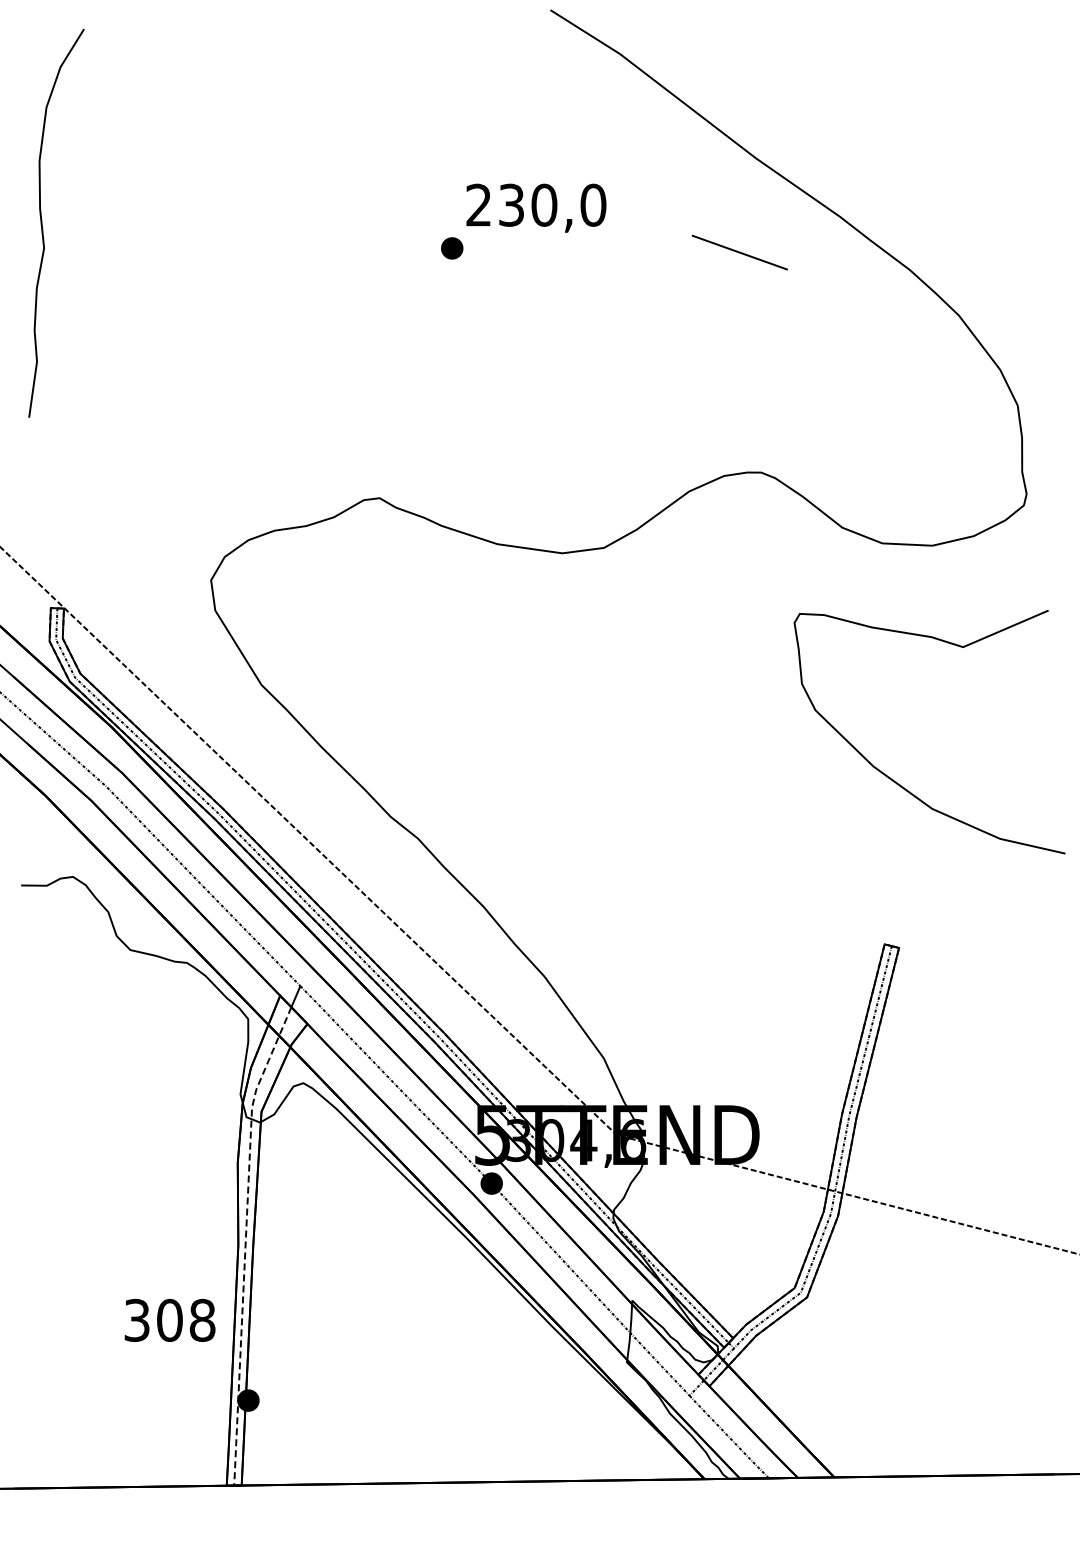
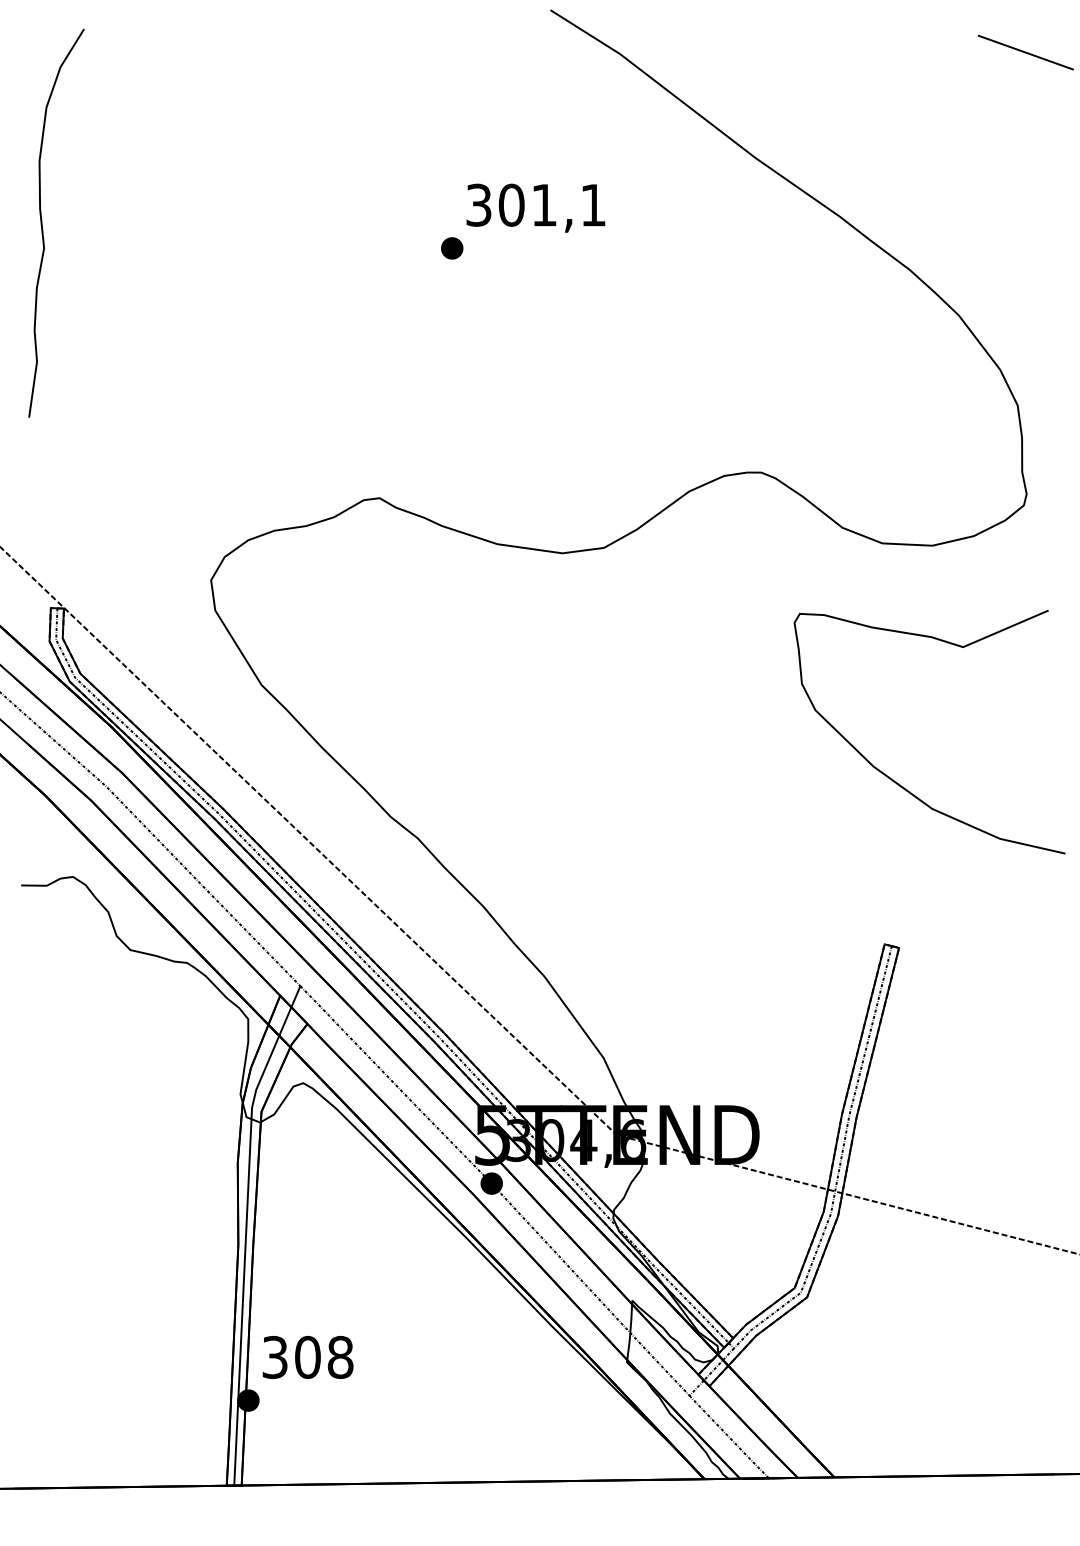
text at (536, 204): 230,0 -> 301,1
line at (739, 252) position: (739, 252) -> (1025, 52)
line at (245, 1241): dashed -> solid
text at (169, 1319) position: (169, 1319) -> (307, 1356)
